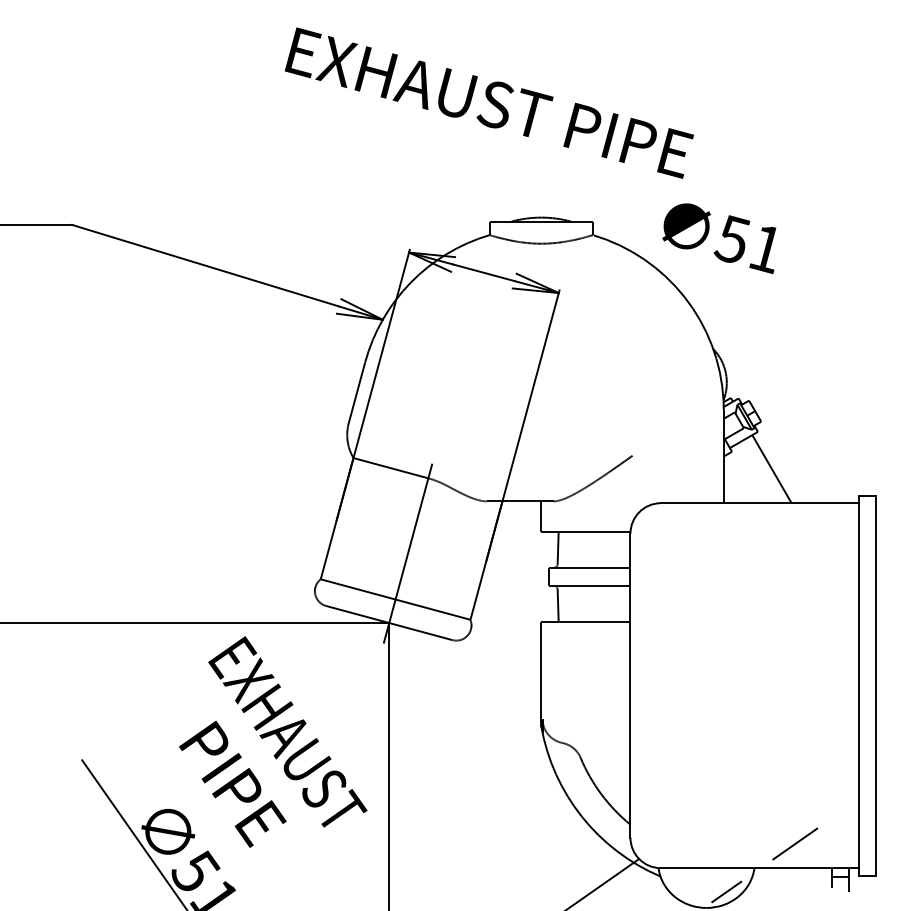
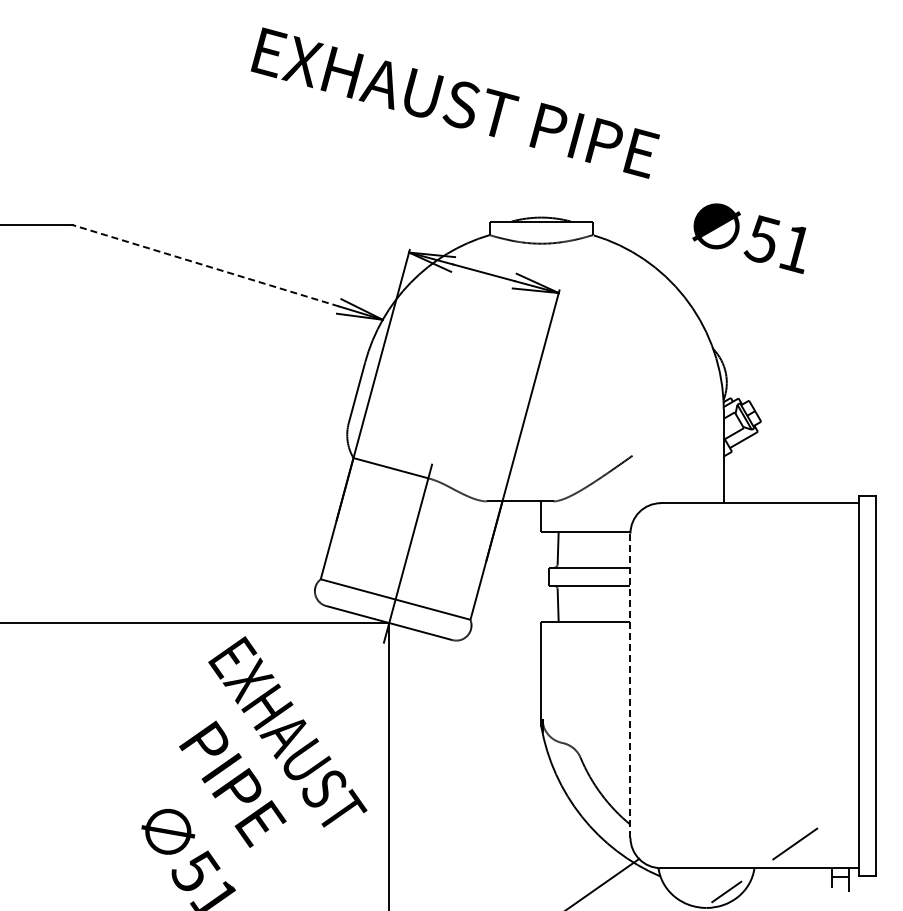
text at (488, 102) position: (488, 102) -> (454, 102)
text at (719, 238) position: (719, 238) -> (749, 238)
line at (205, 265): solid -> dashed
line at (771, 469): present -> none
line at (630, 685): solid -> dashed
line at (133, 833): present -> none
